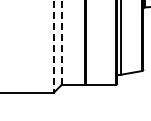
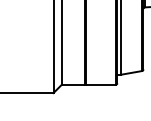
line at (61, 41): dashed -> solid
line at (53, 47): dashed -> solid
